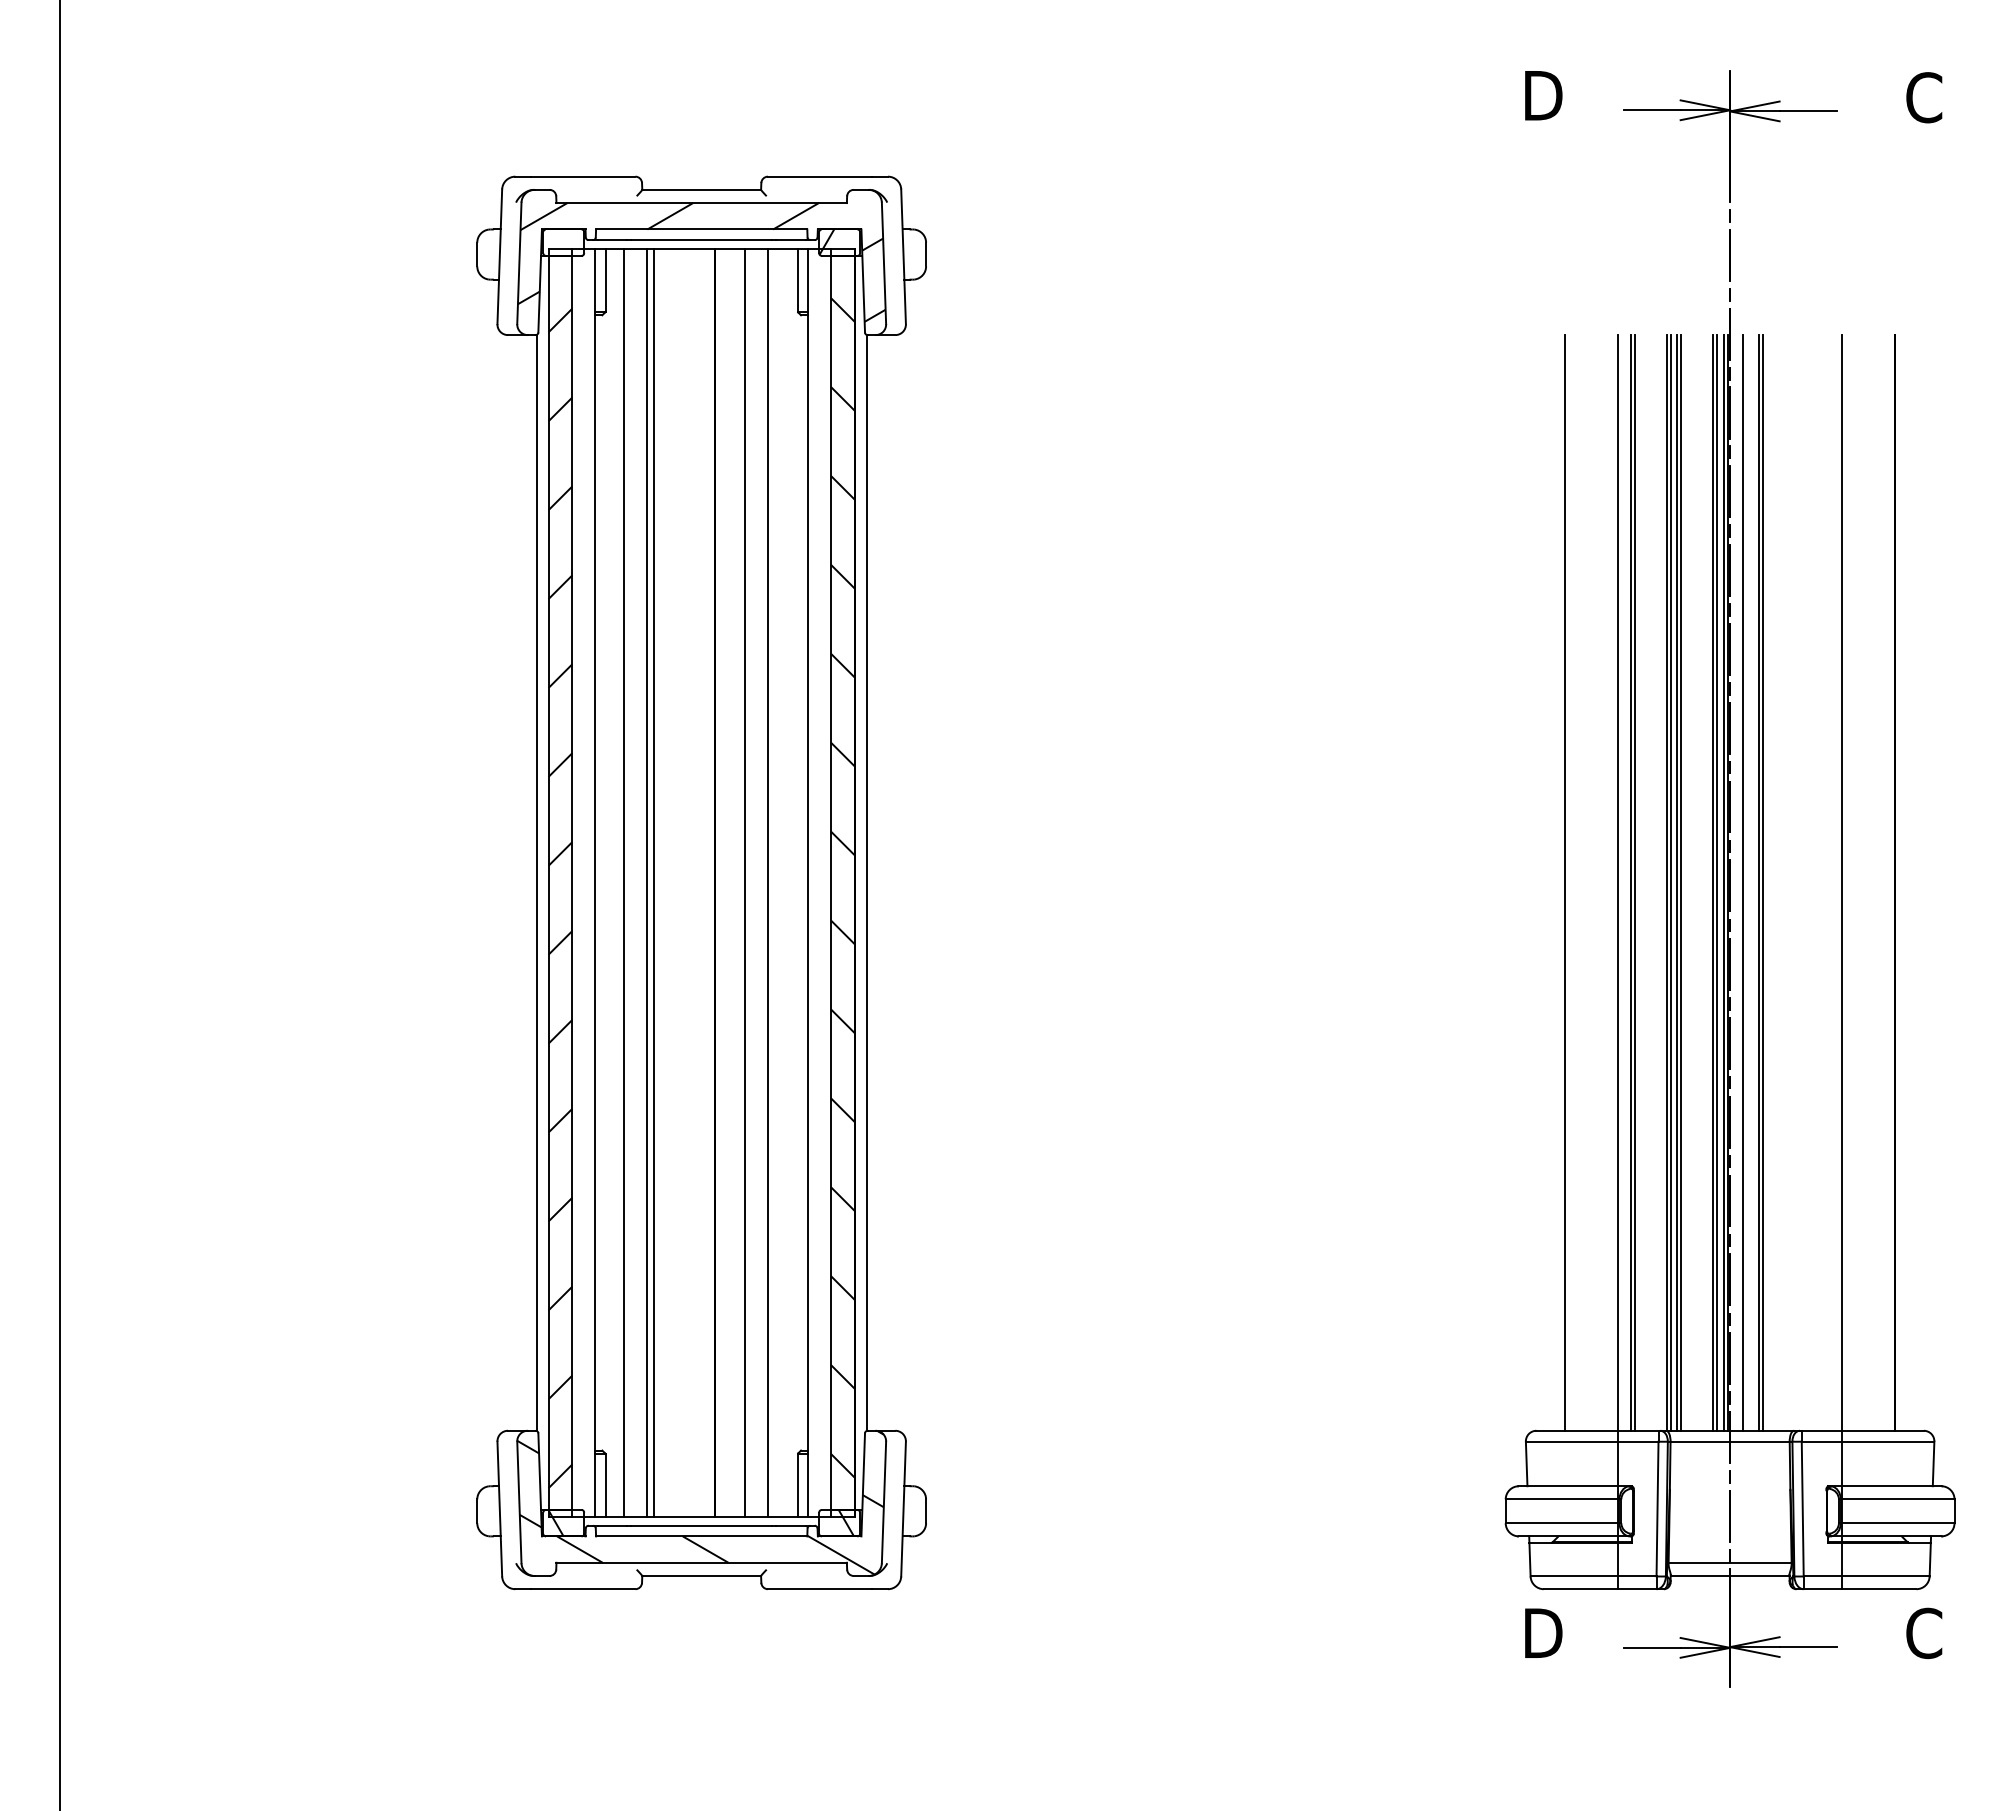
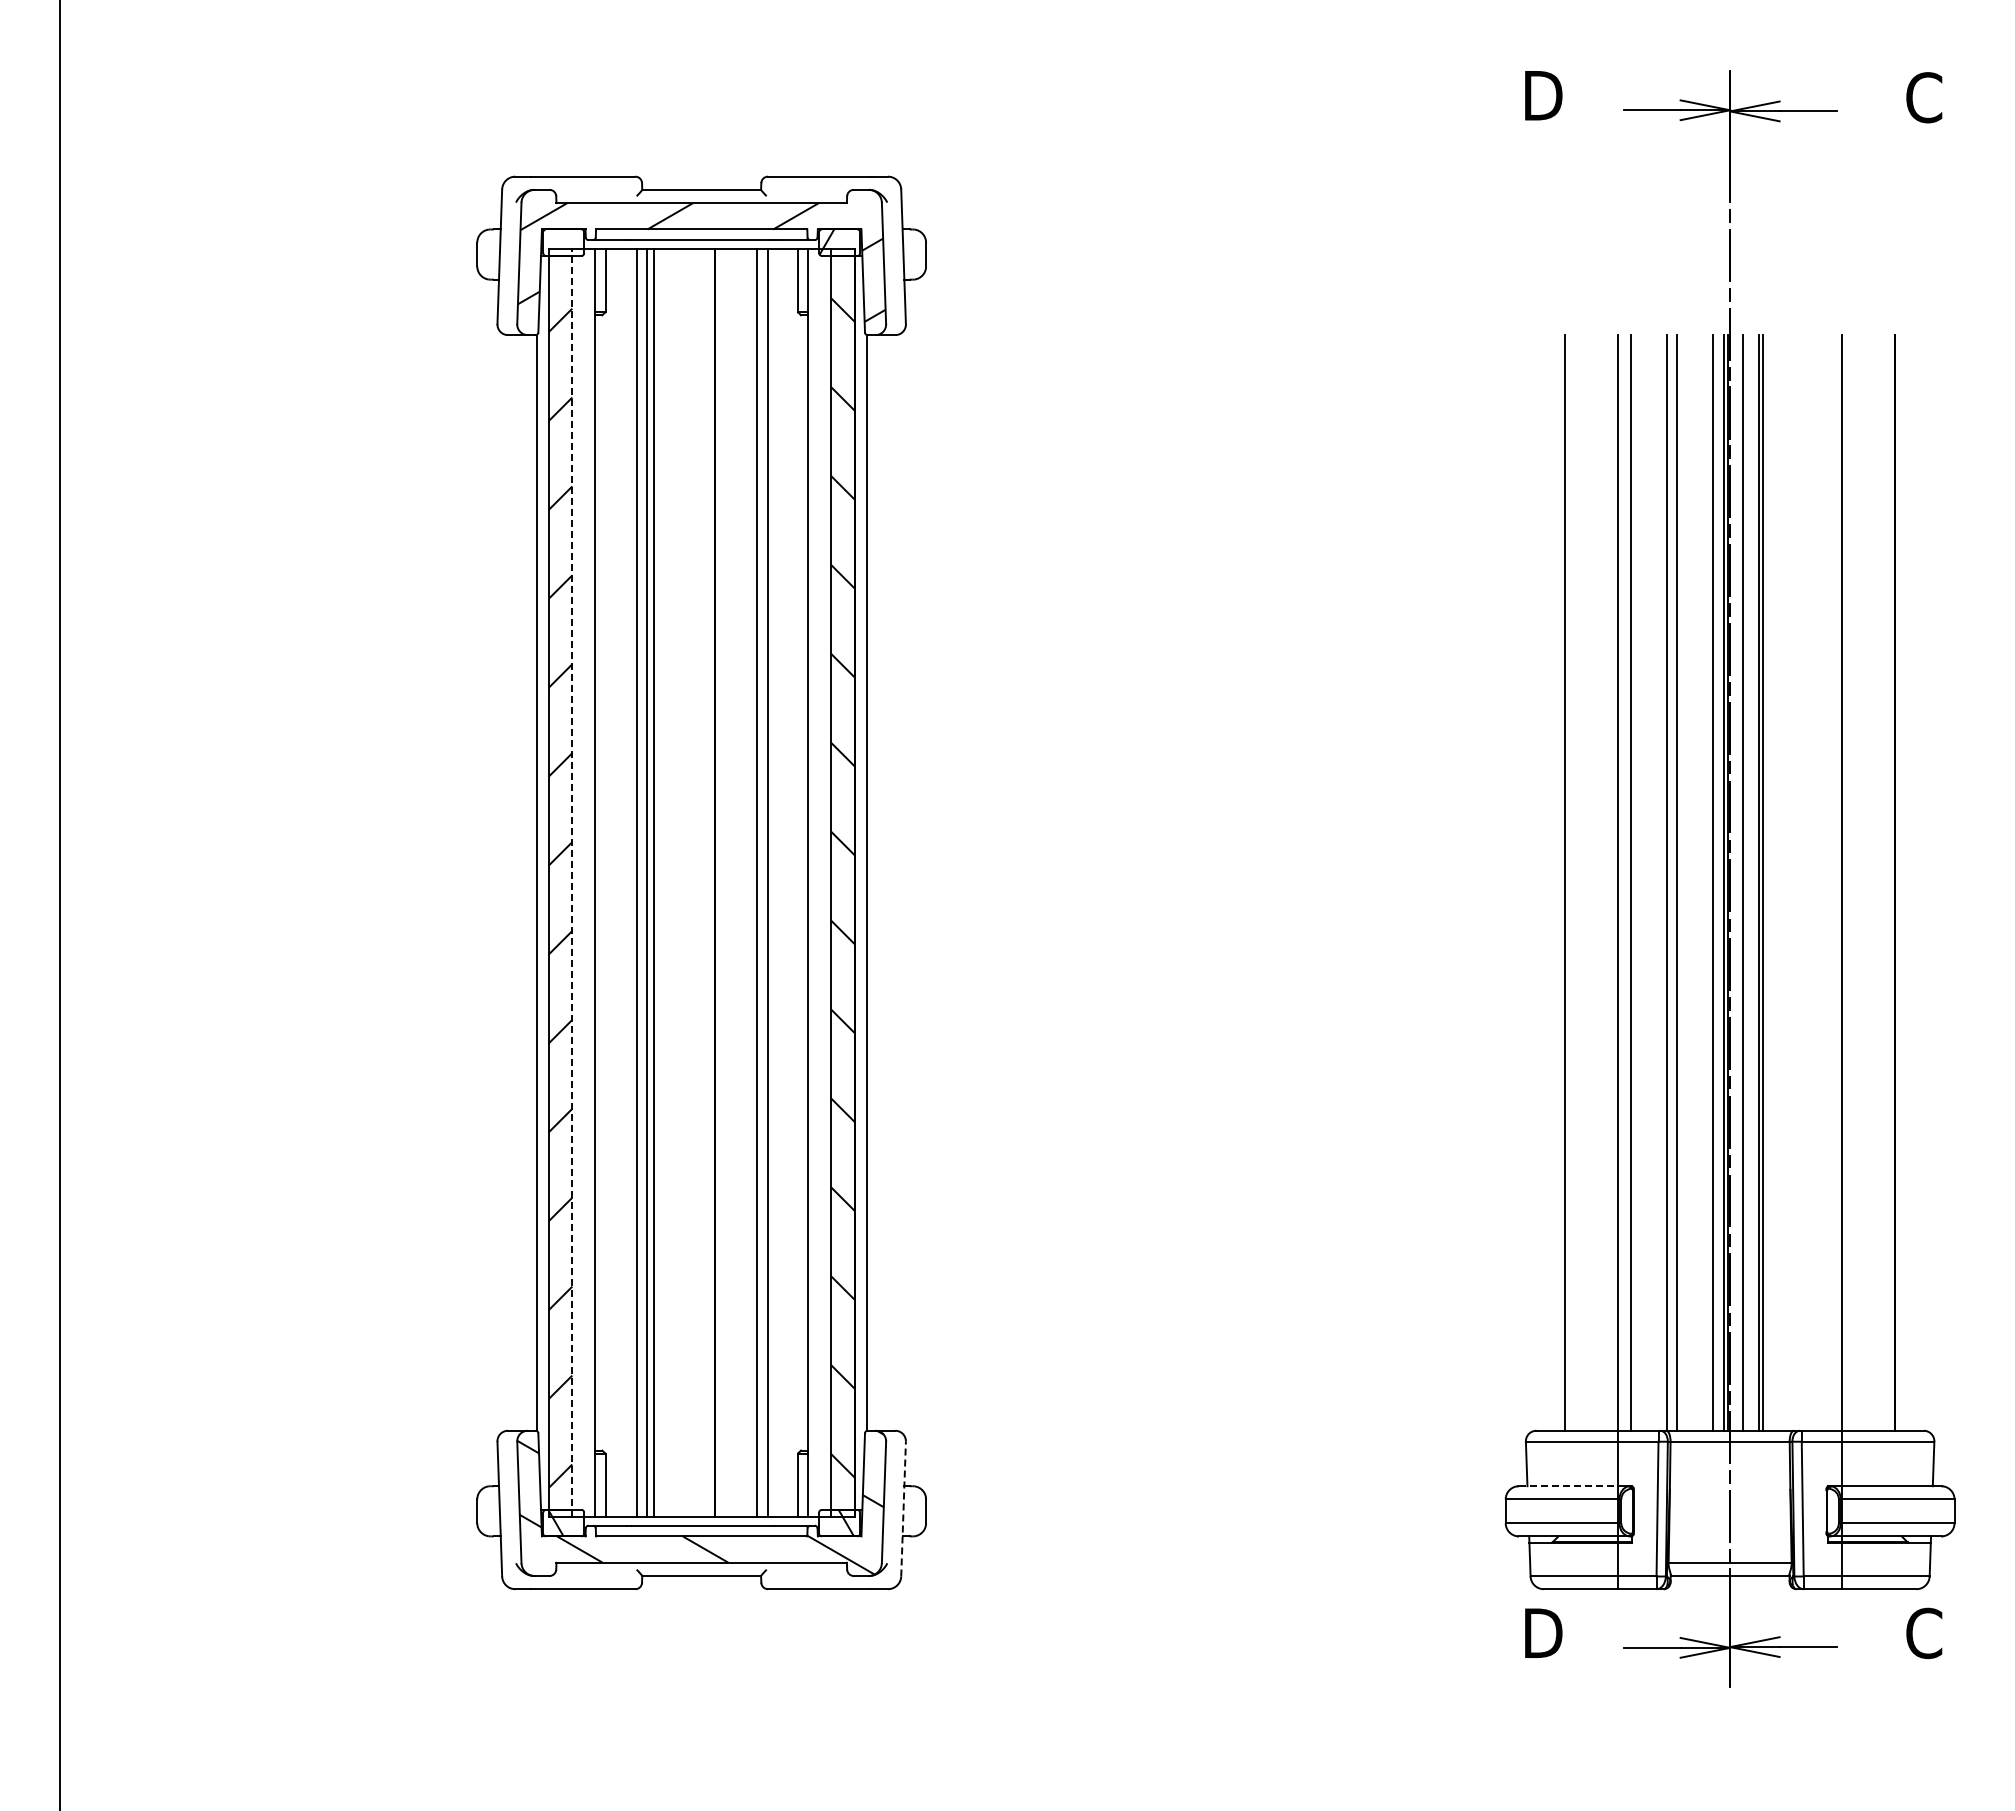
line at (572, 882): solid -> dashed
line at (624, 882) position: (624, 882) -> (637, 882)
line at (745, 882) position: (745, 882) -> (757, 882)
line at (1635, 882): present -> none
line at (1670, 882): present -> none
line at (1681, 882): present -> none
line at (1716, 882): present -> none
line at (1568, 1486): solid -> dashed
line at (903, 1508): solid -> dashed
